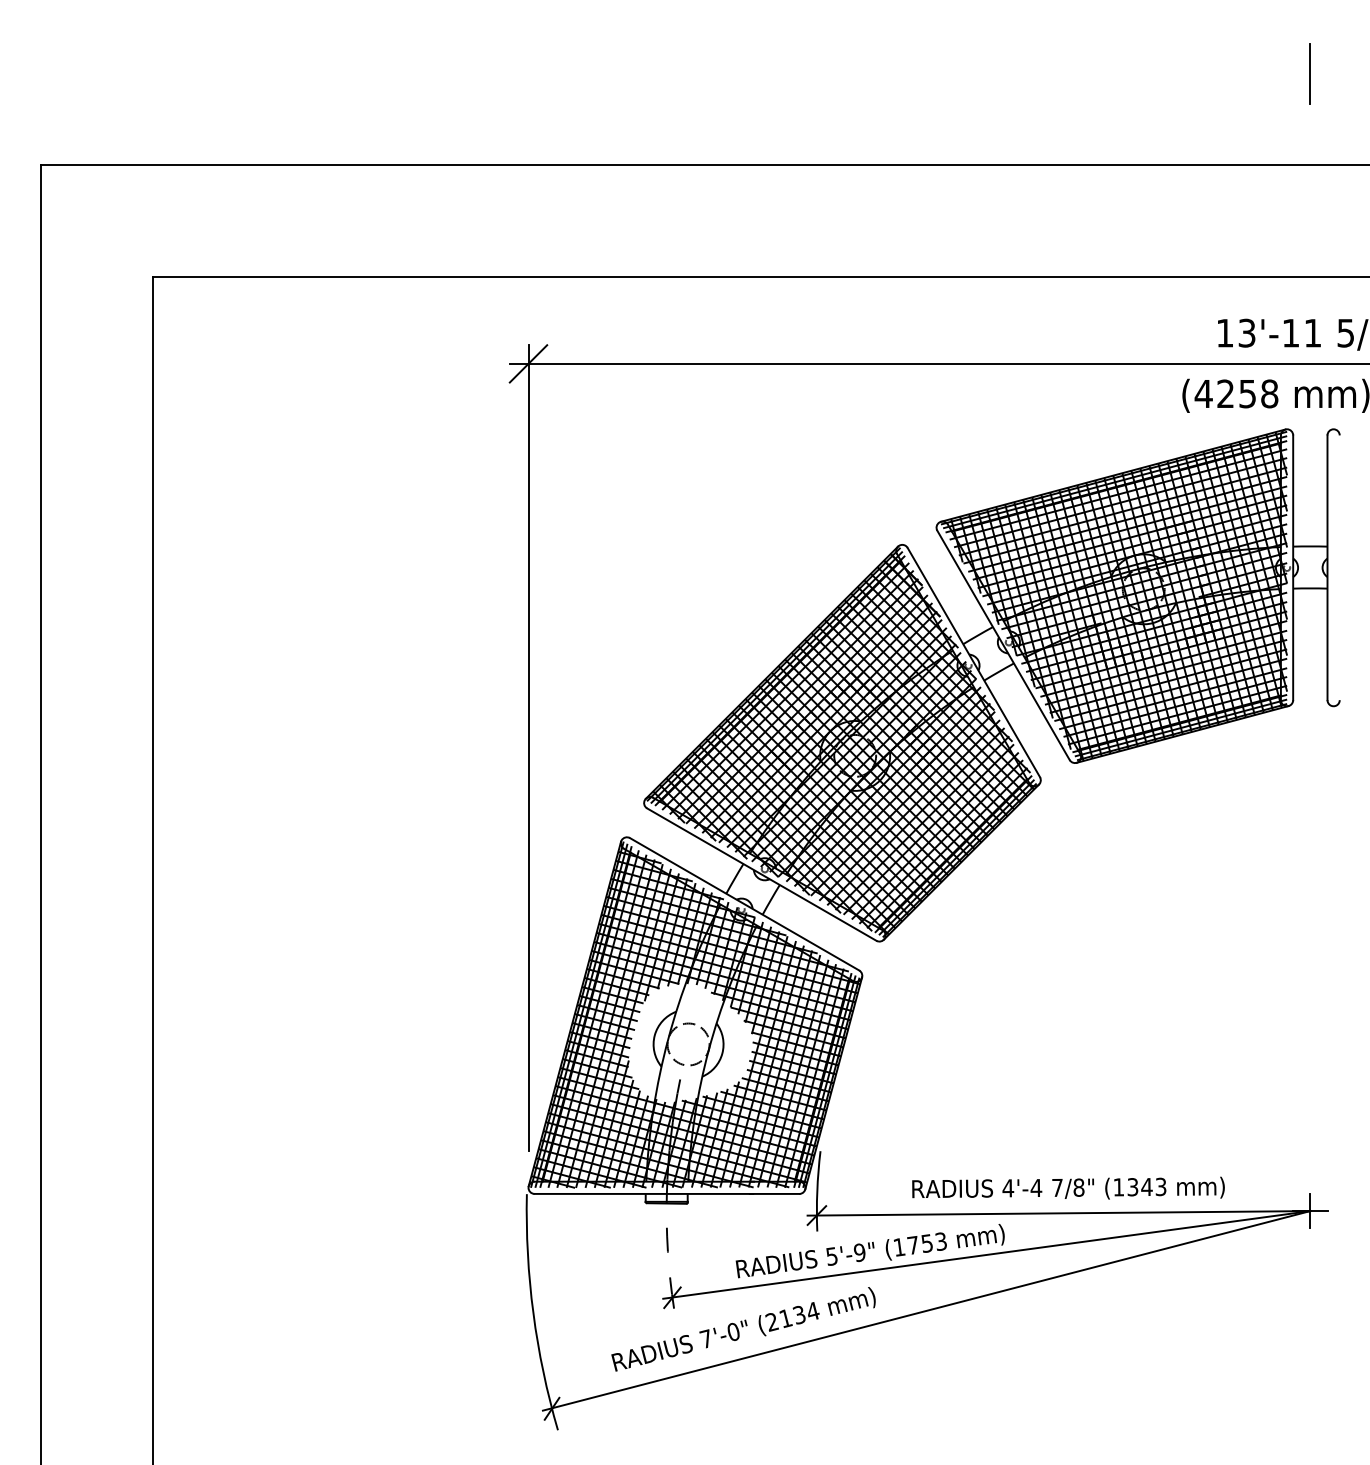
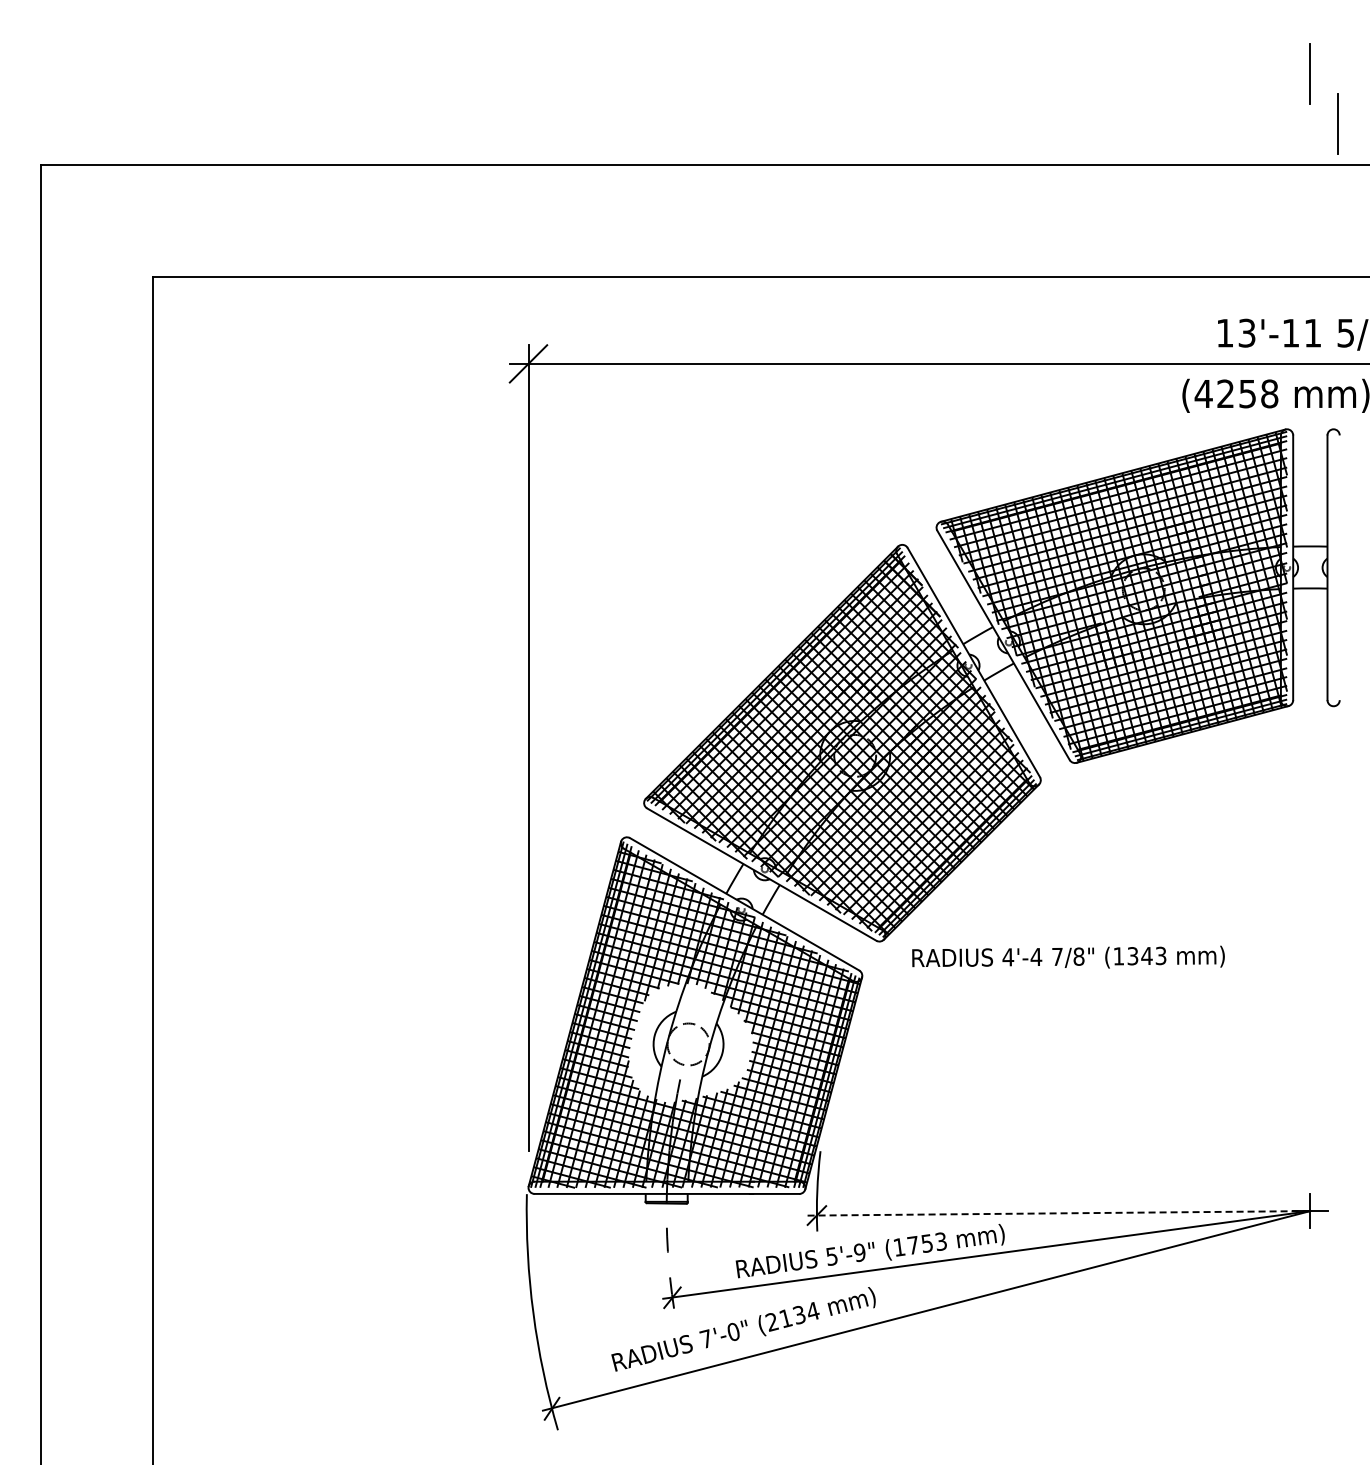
line at (1337, 123): none -> present
text at (1068, 1187) position: (1068, 1187) -> (1068, 956)
line at (1059, 1213): solid -> dashed
